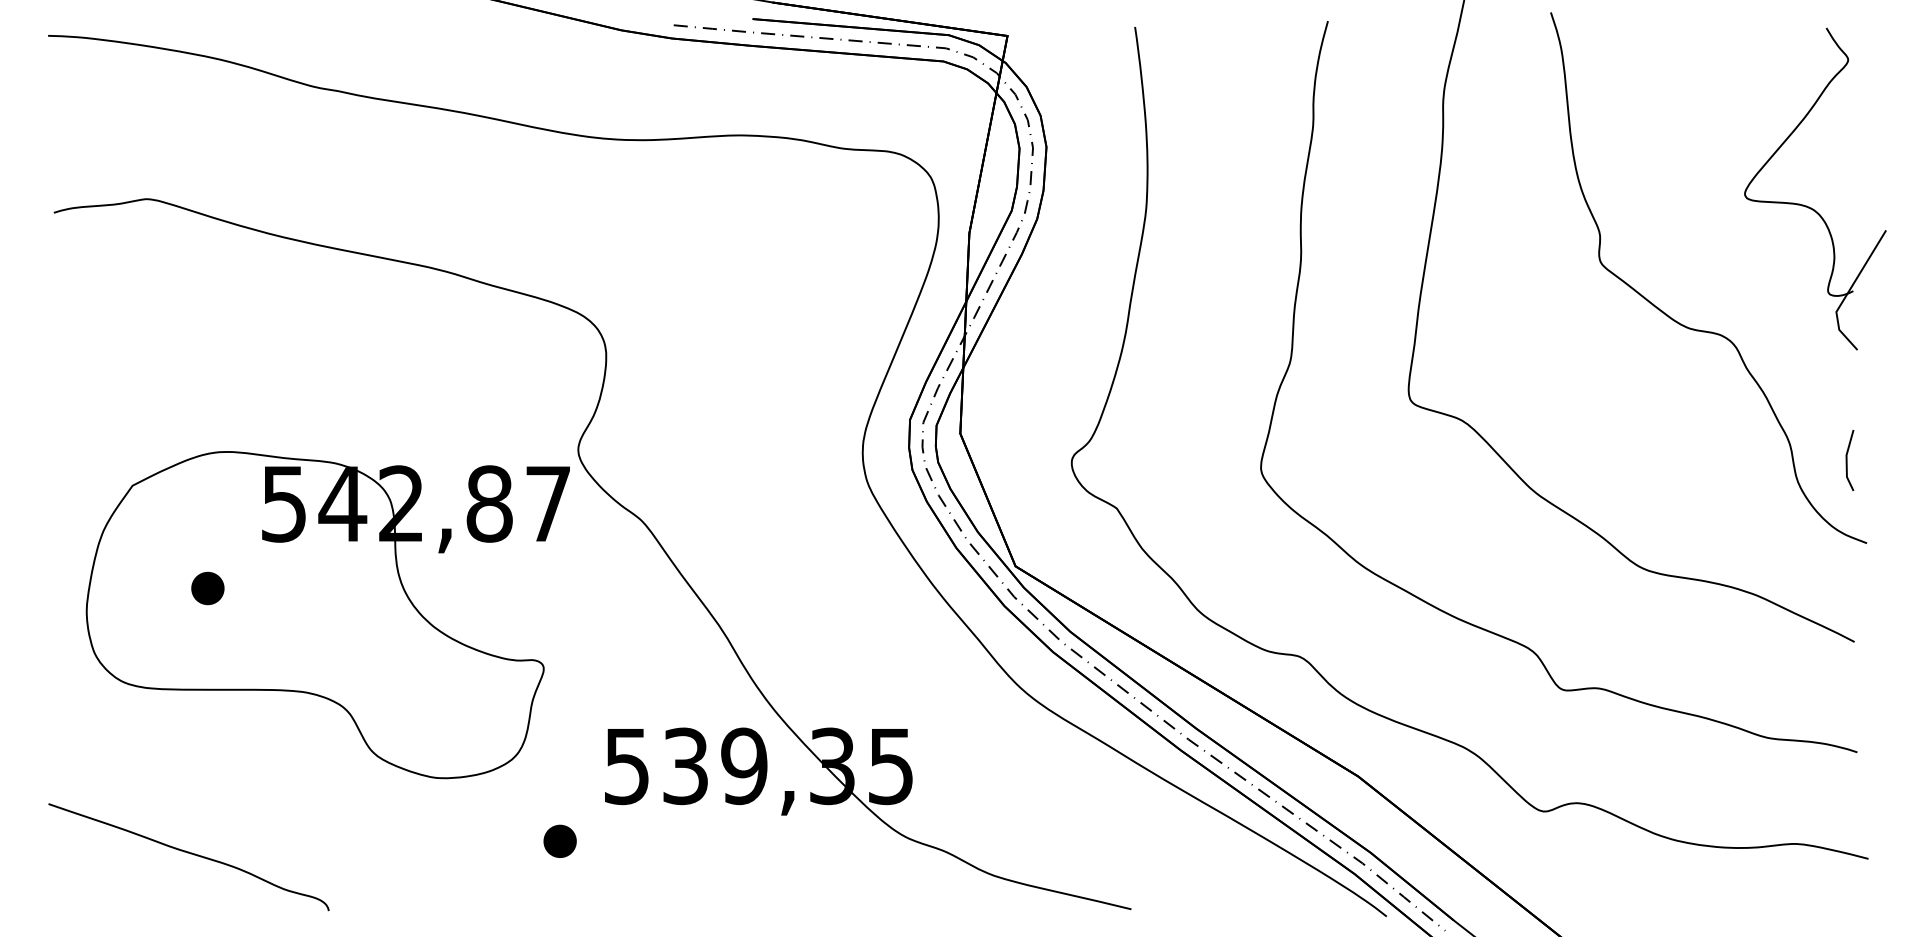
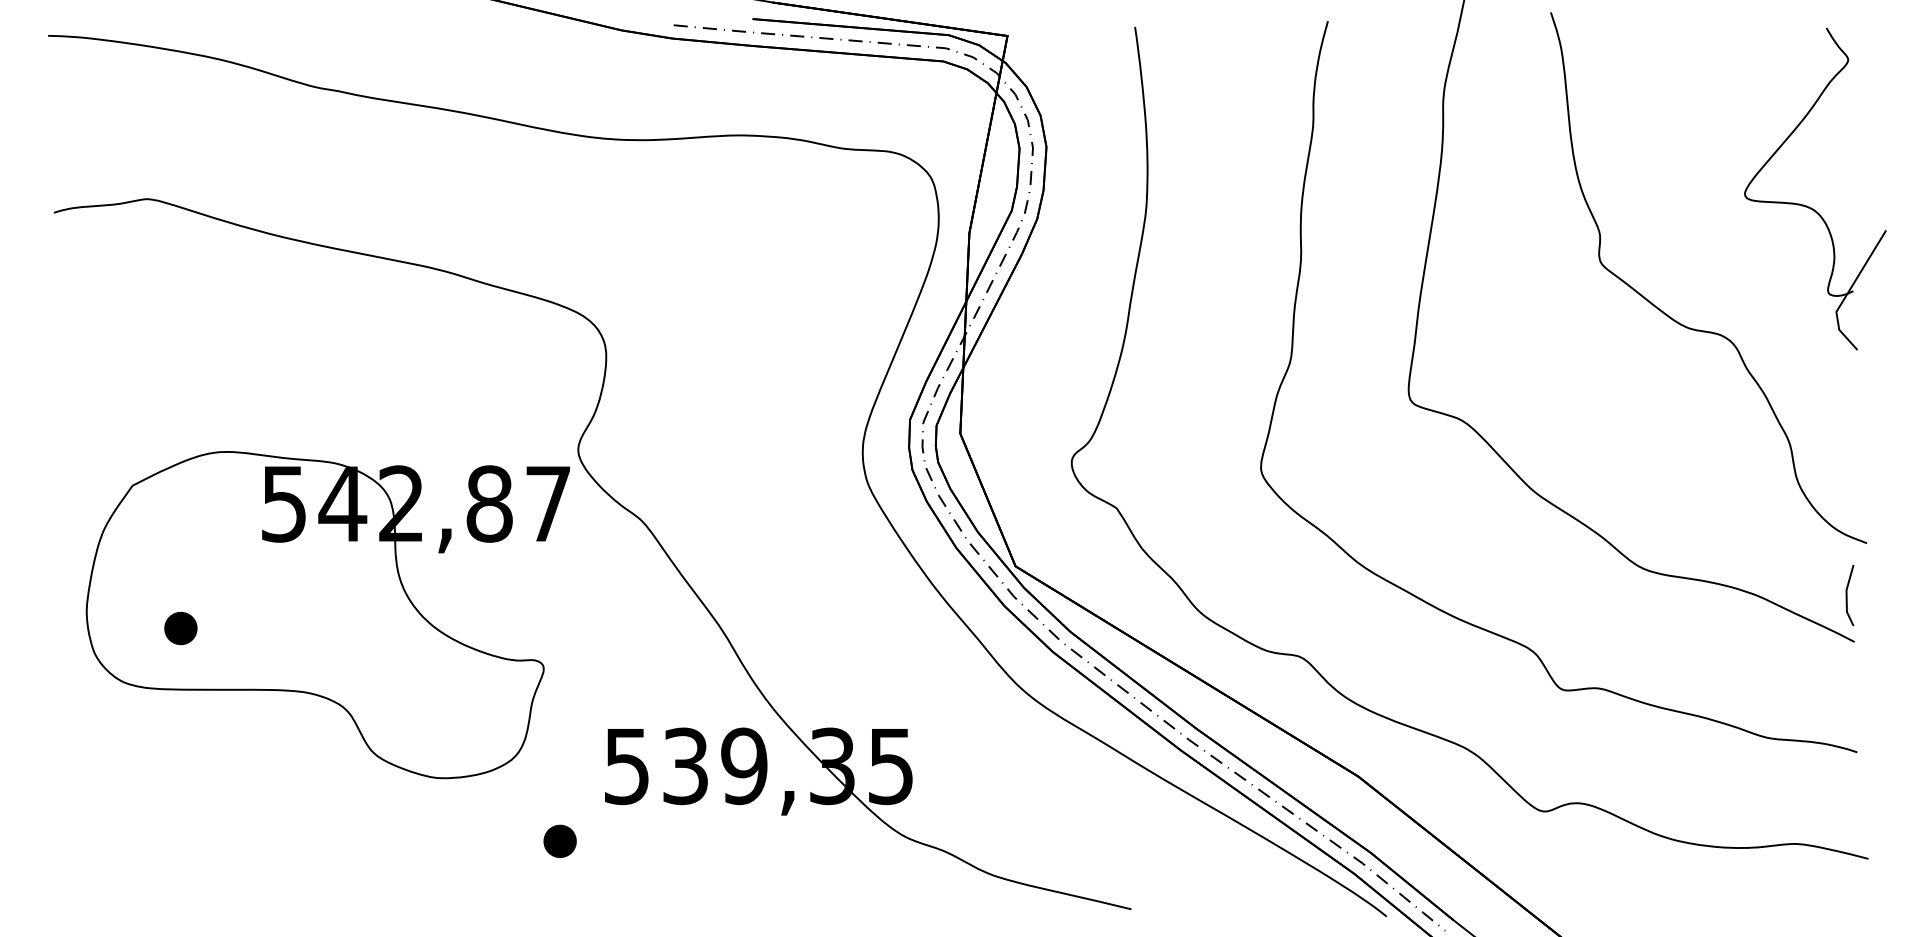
line at (1847, 460) position: (1847, 460) -> (1847, 595)
part at (207, 588) position: (207, 588) -> (180, 628)
curve at (190, 854): present -> none
